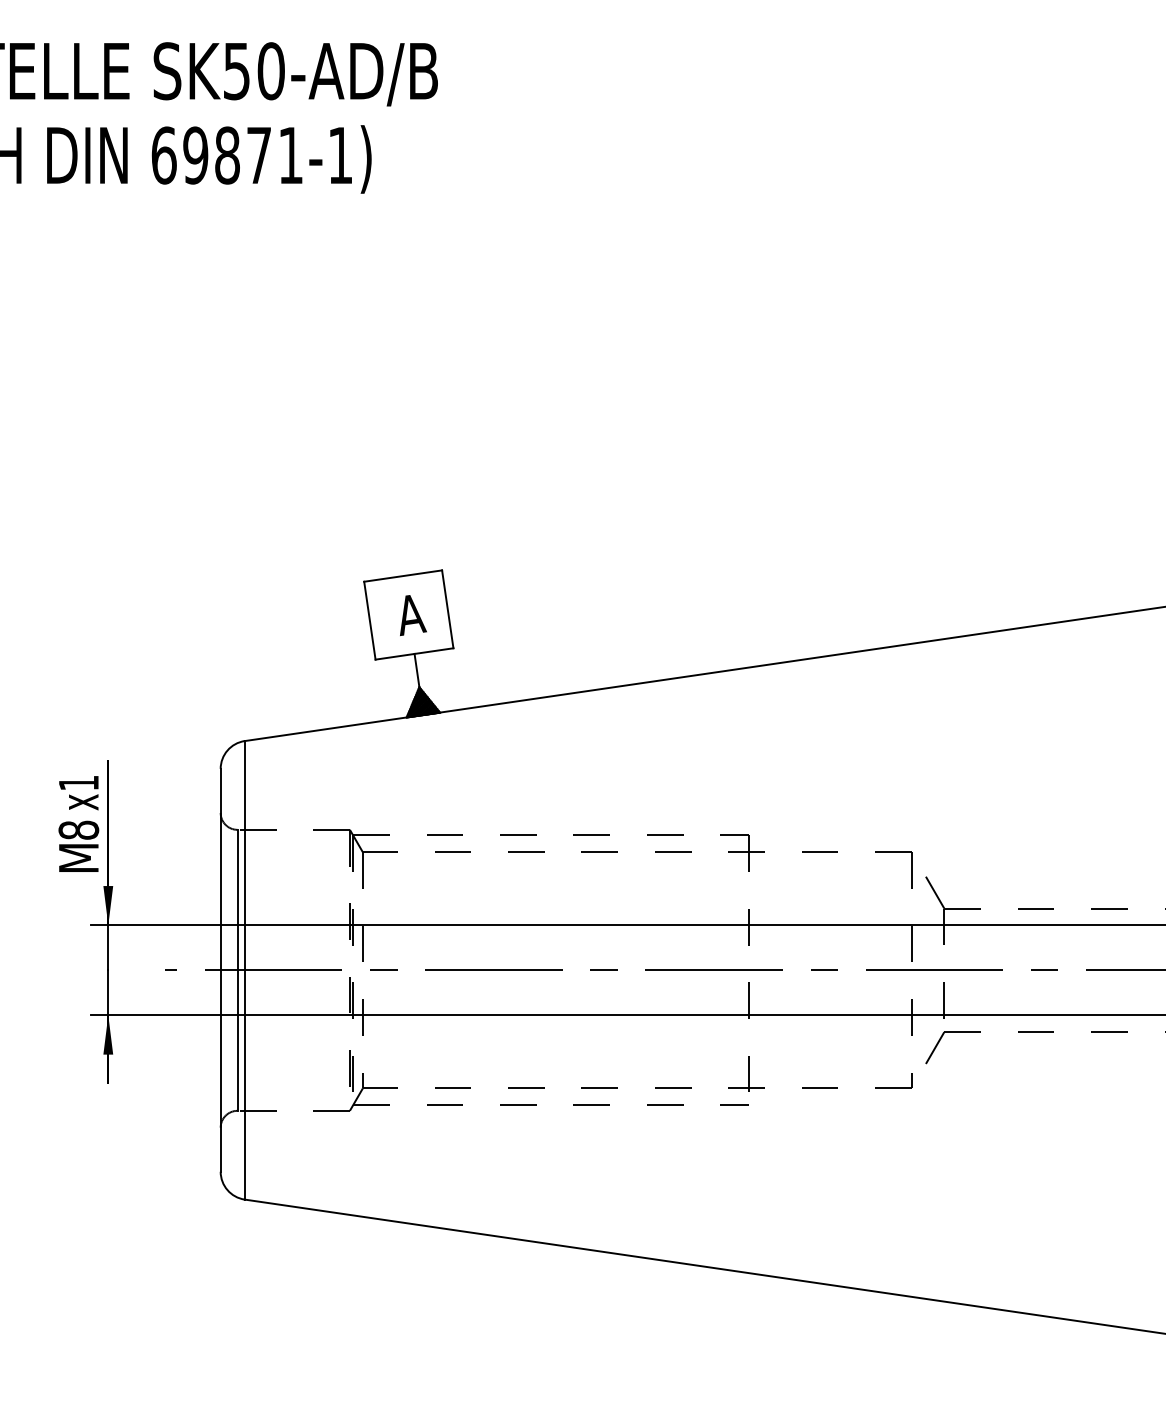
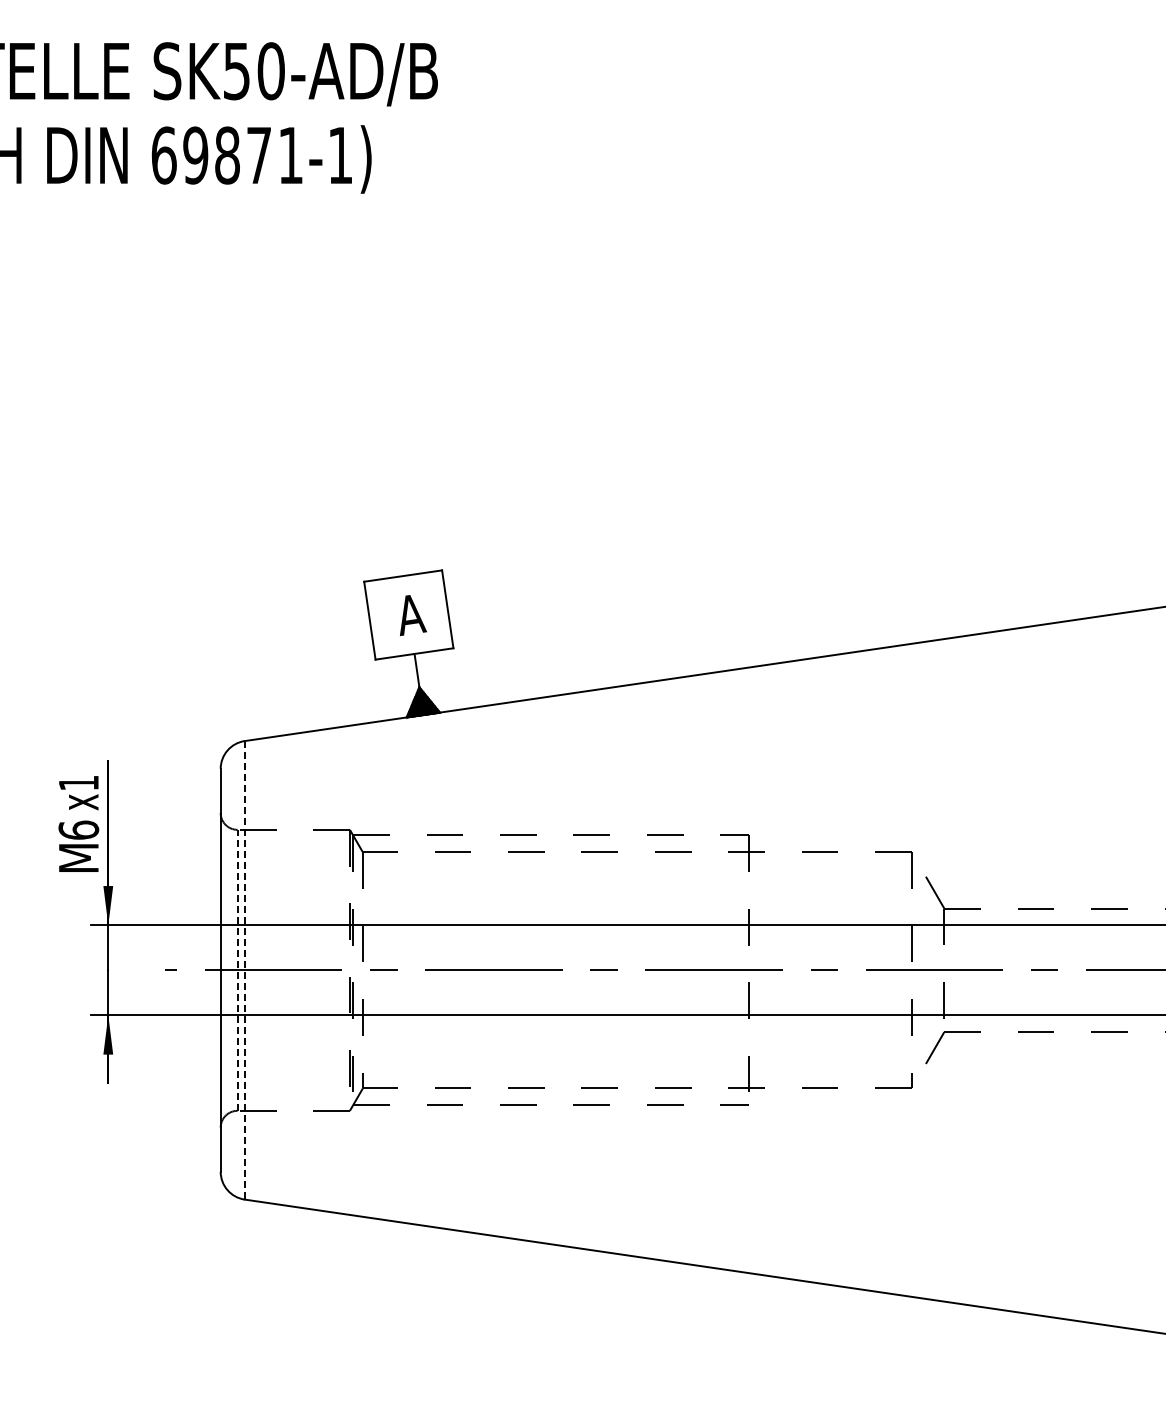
text at (78, 829): 8 -> 6
line at (237, 969): solid -> dashed
line at (244, 970): solid -> dashed
